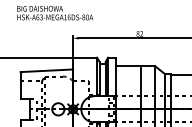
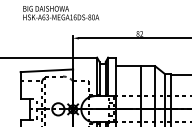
text at (54, 13) position: (54, 13) -> (60, 13)
